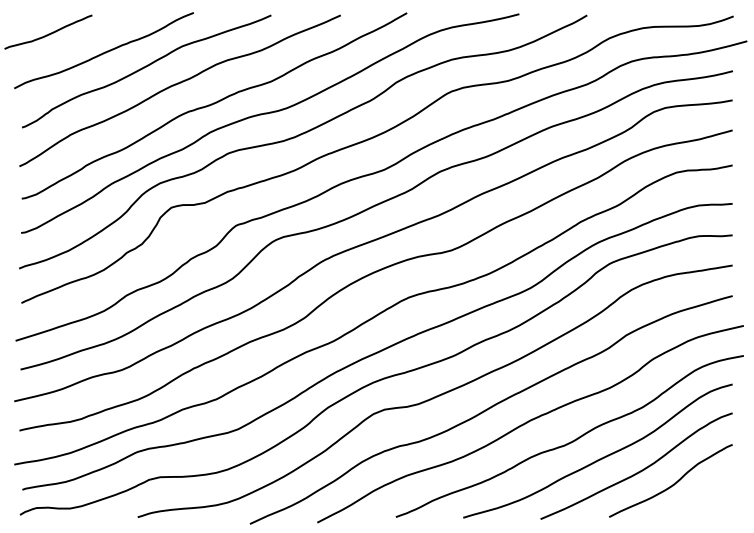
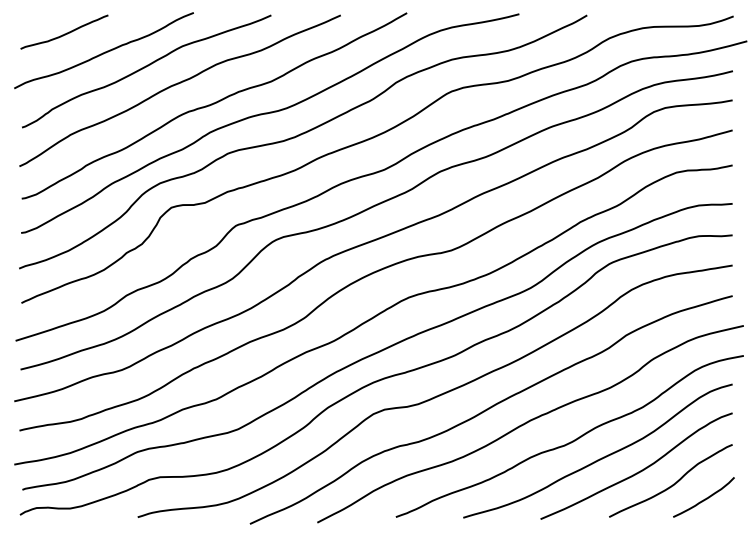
curve at (48, 33) position: (48, 33) -> (64, 33)
curve at (704, 498): none -> present
